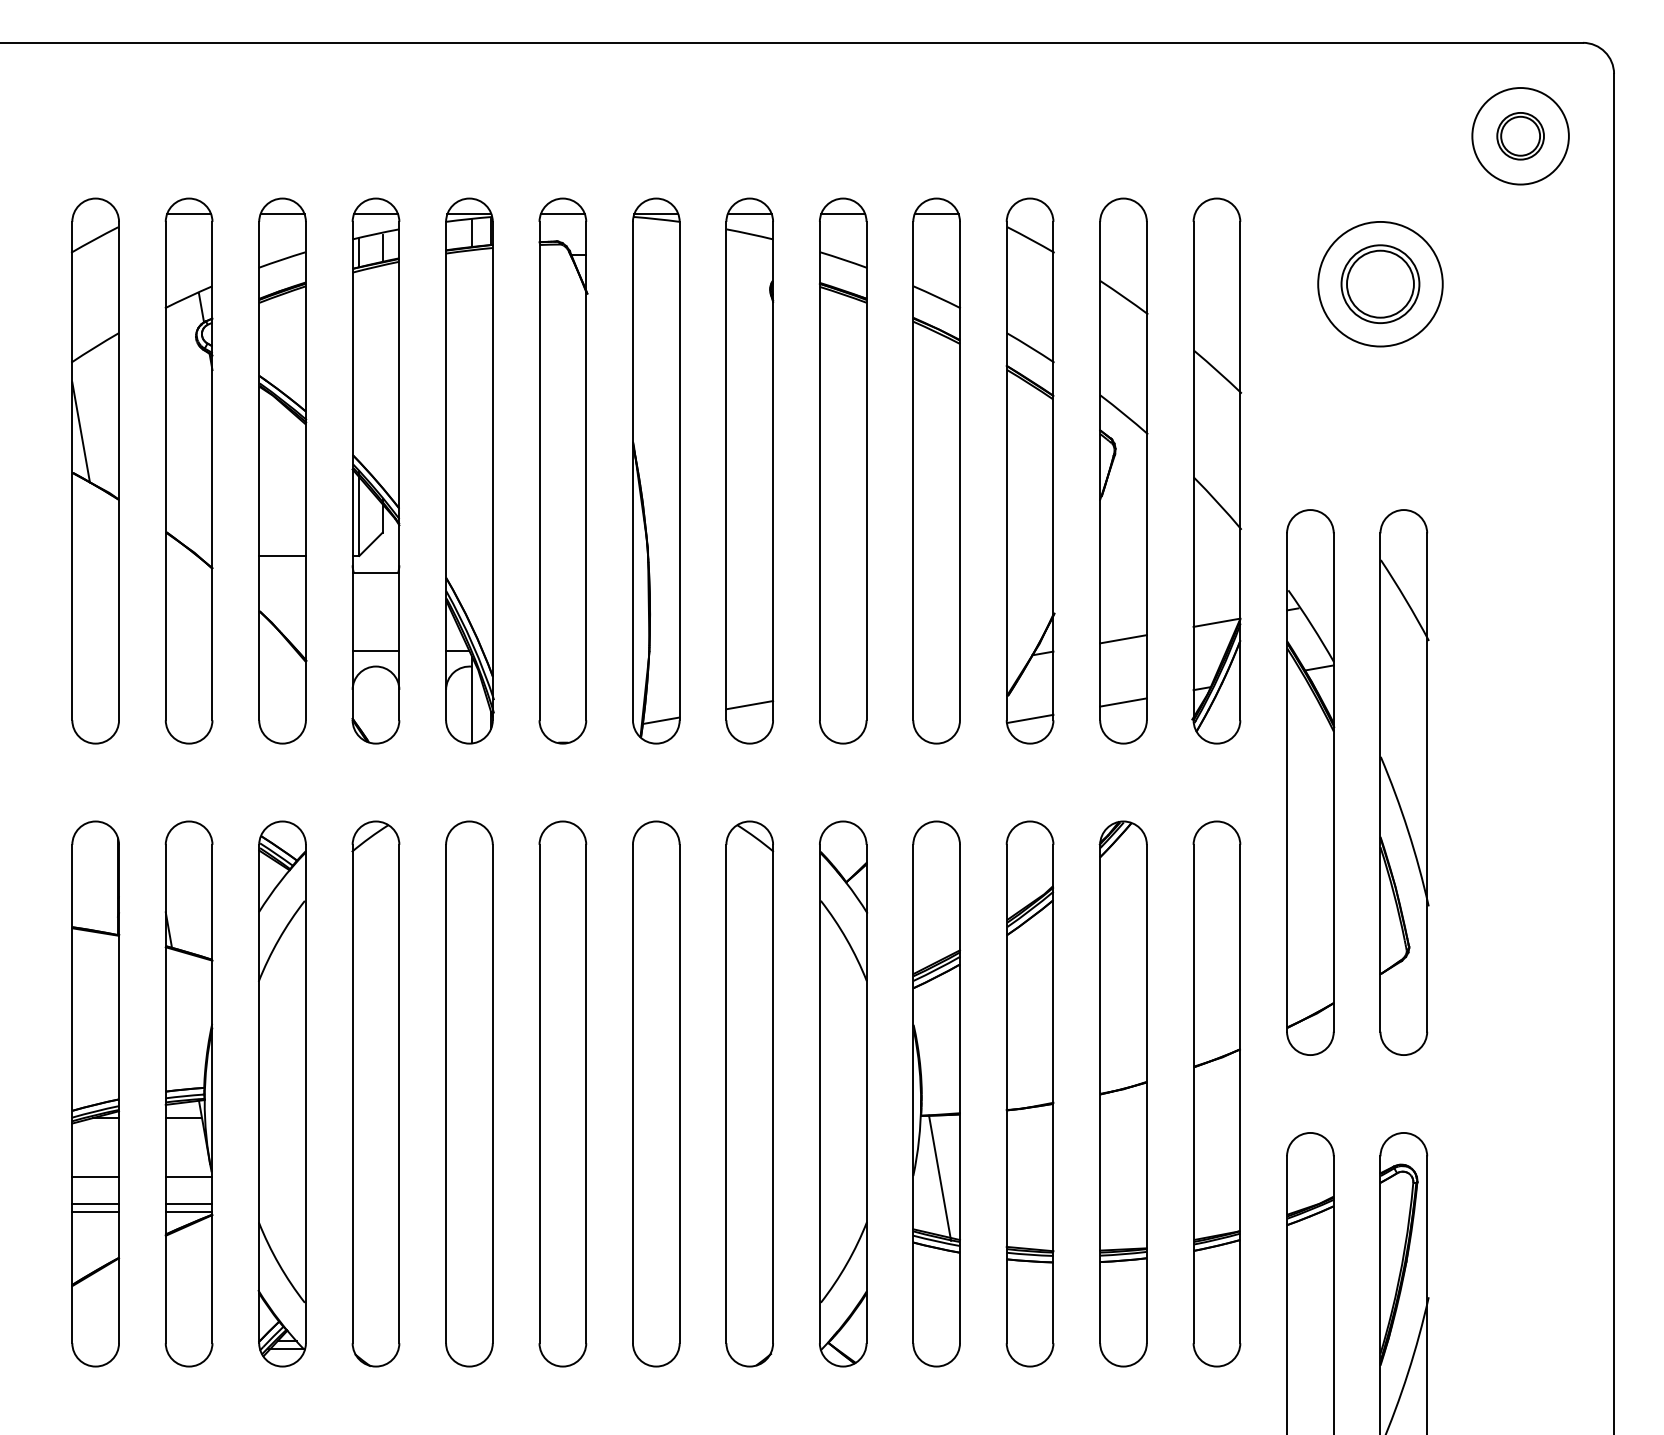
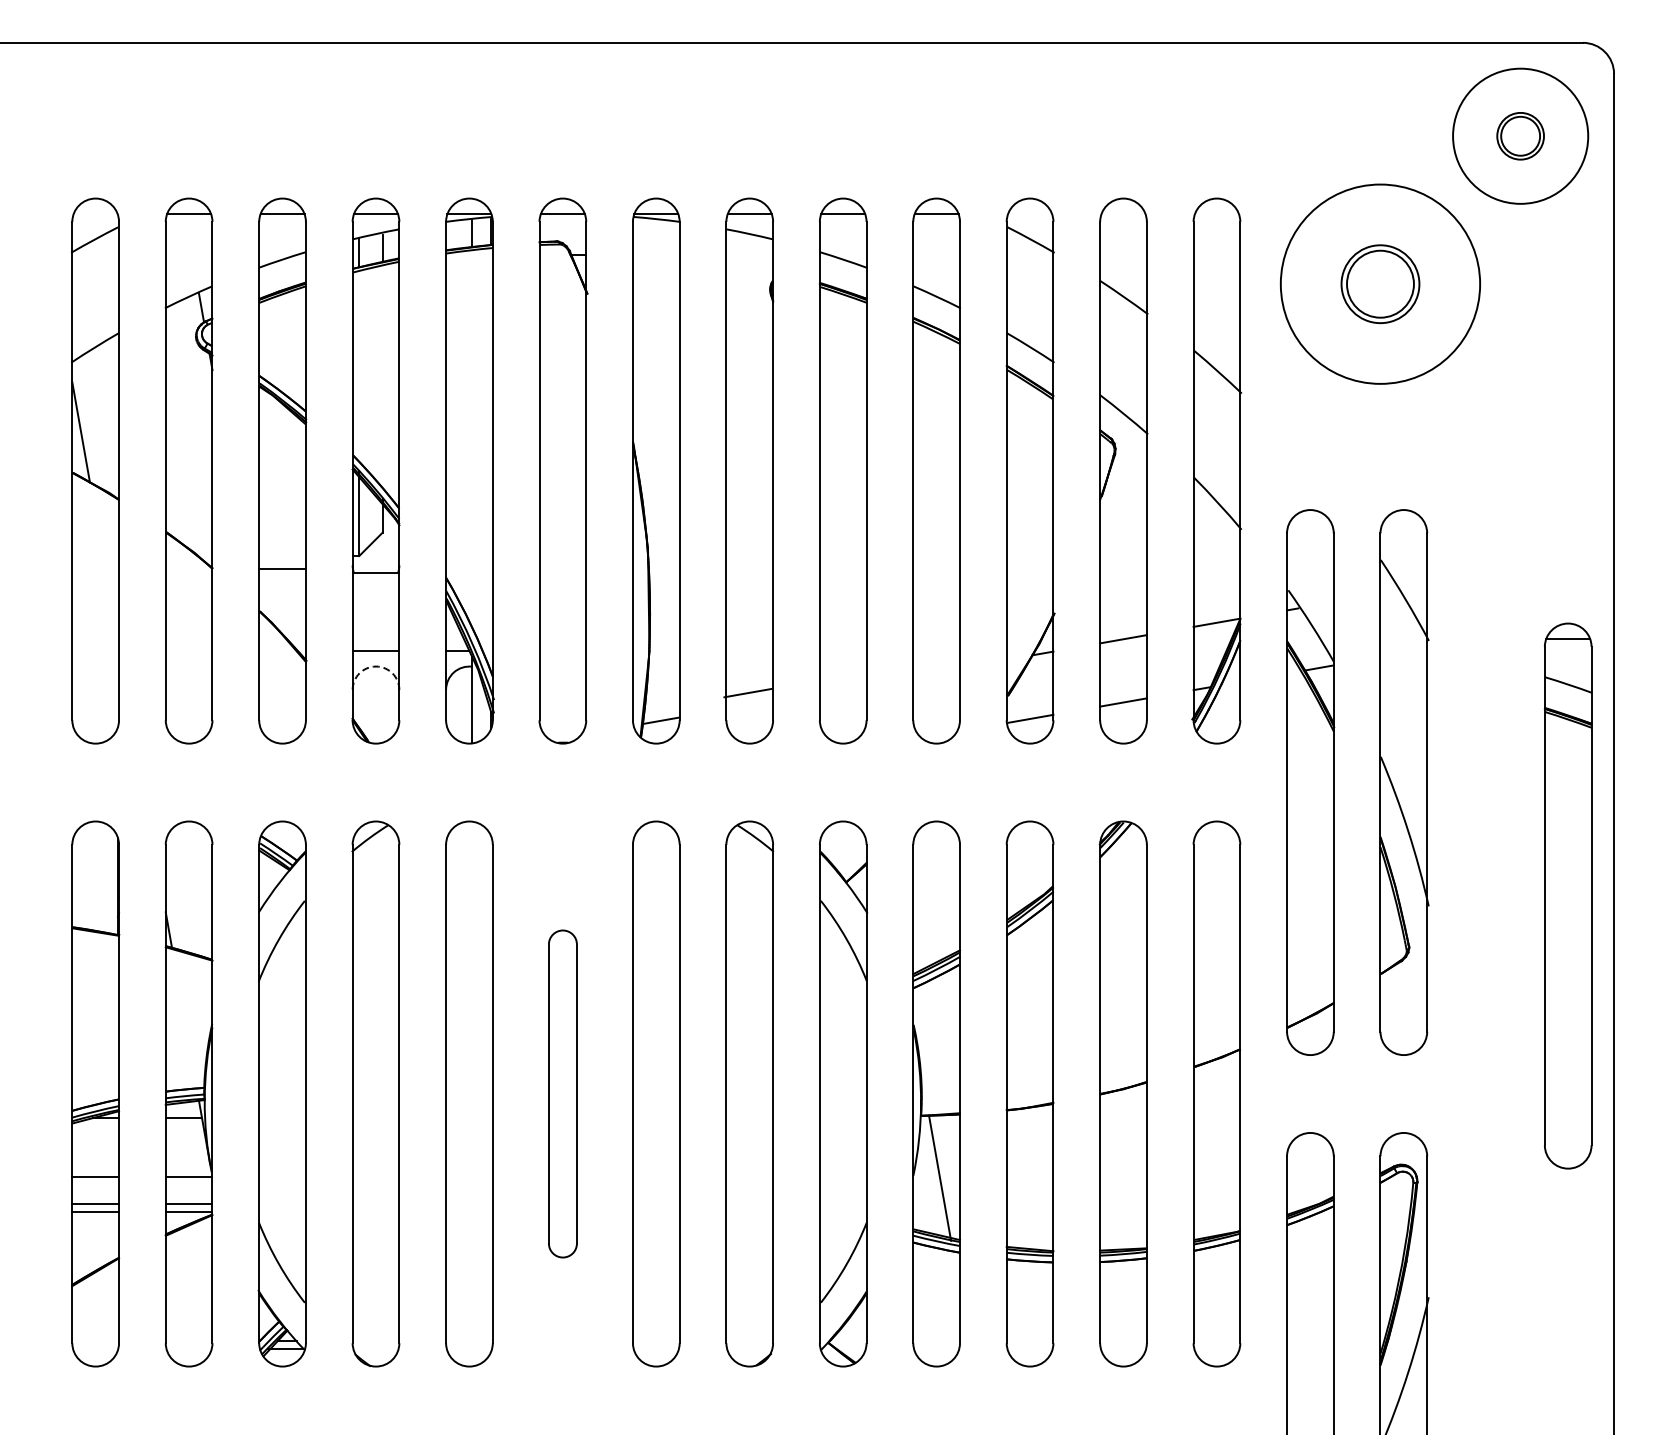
circle at (1520, 136) diameter: 97 px -> 135 px
circle at (1380, 283) diameter: 125 px -> 199 px
line at (282, 555) position: (282, 555) -> (282, 568)
arc at (376, 666): solid -> dashed
line at (749, 705) position: (749, 705) -> (747, 693)
part at (1567, 895): none -> present
part at (562, 1093) size: 50x548 px -> 30x330 px
